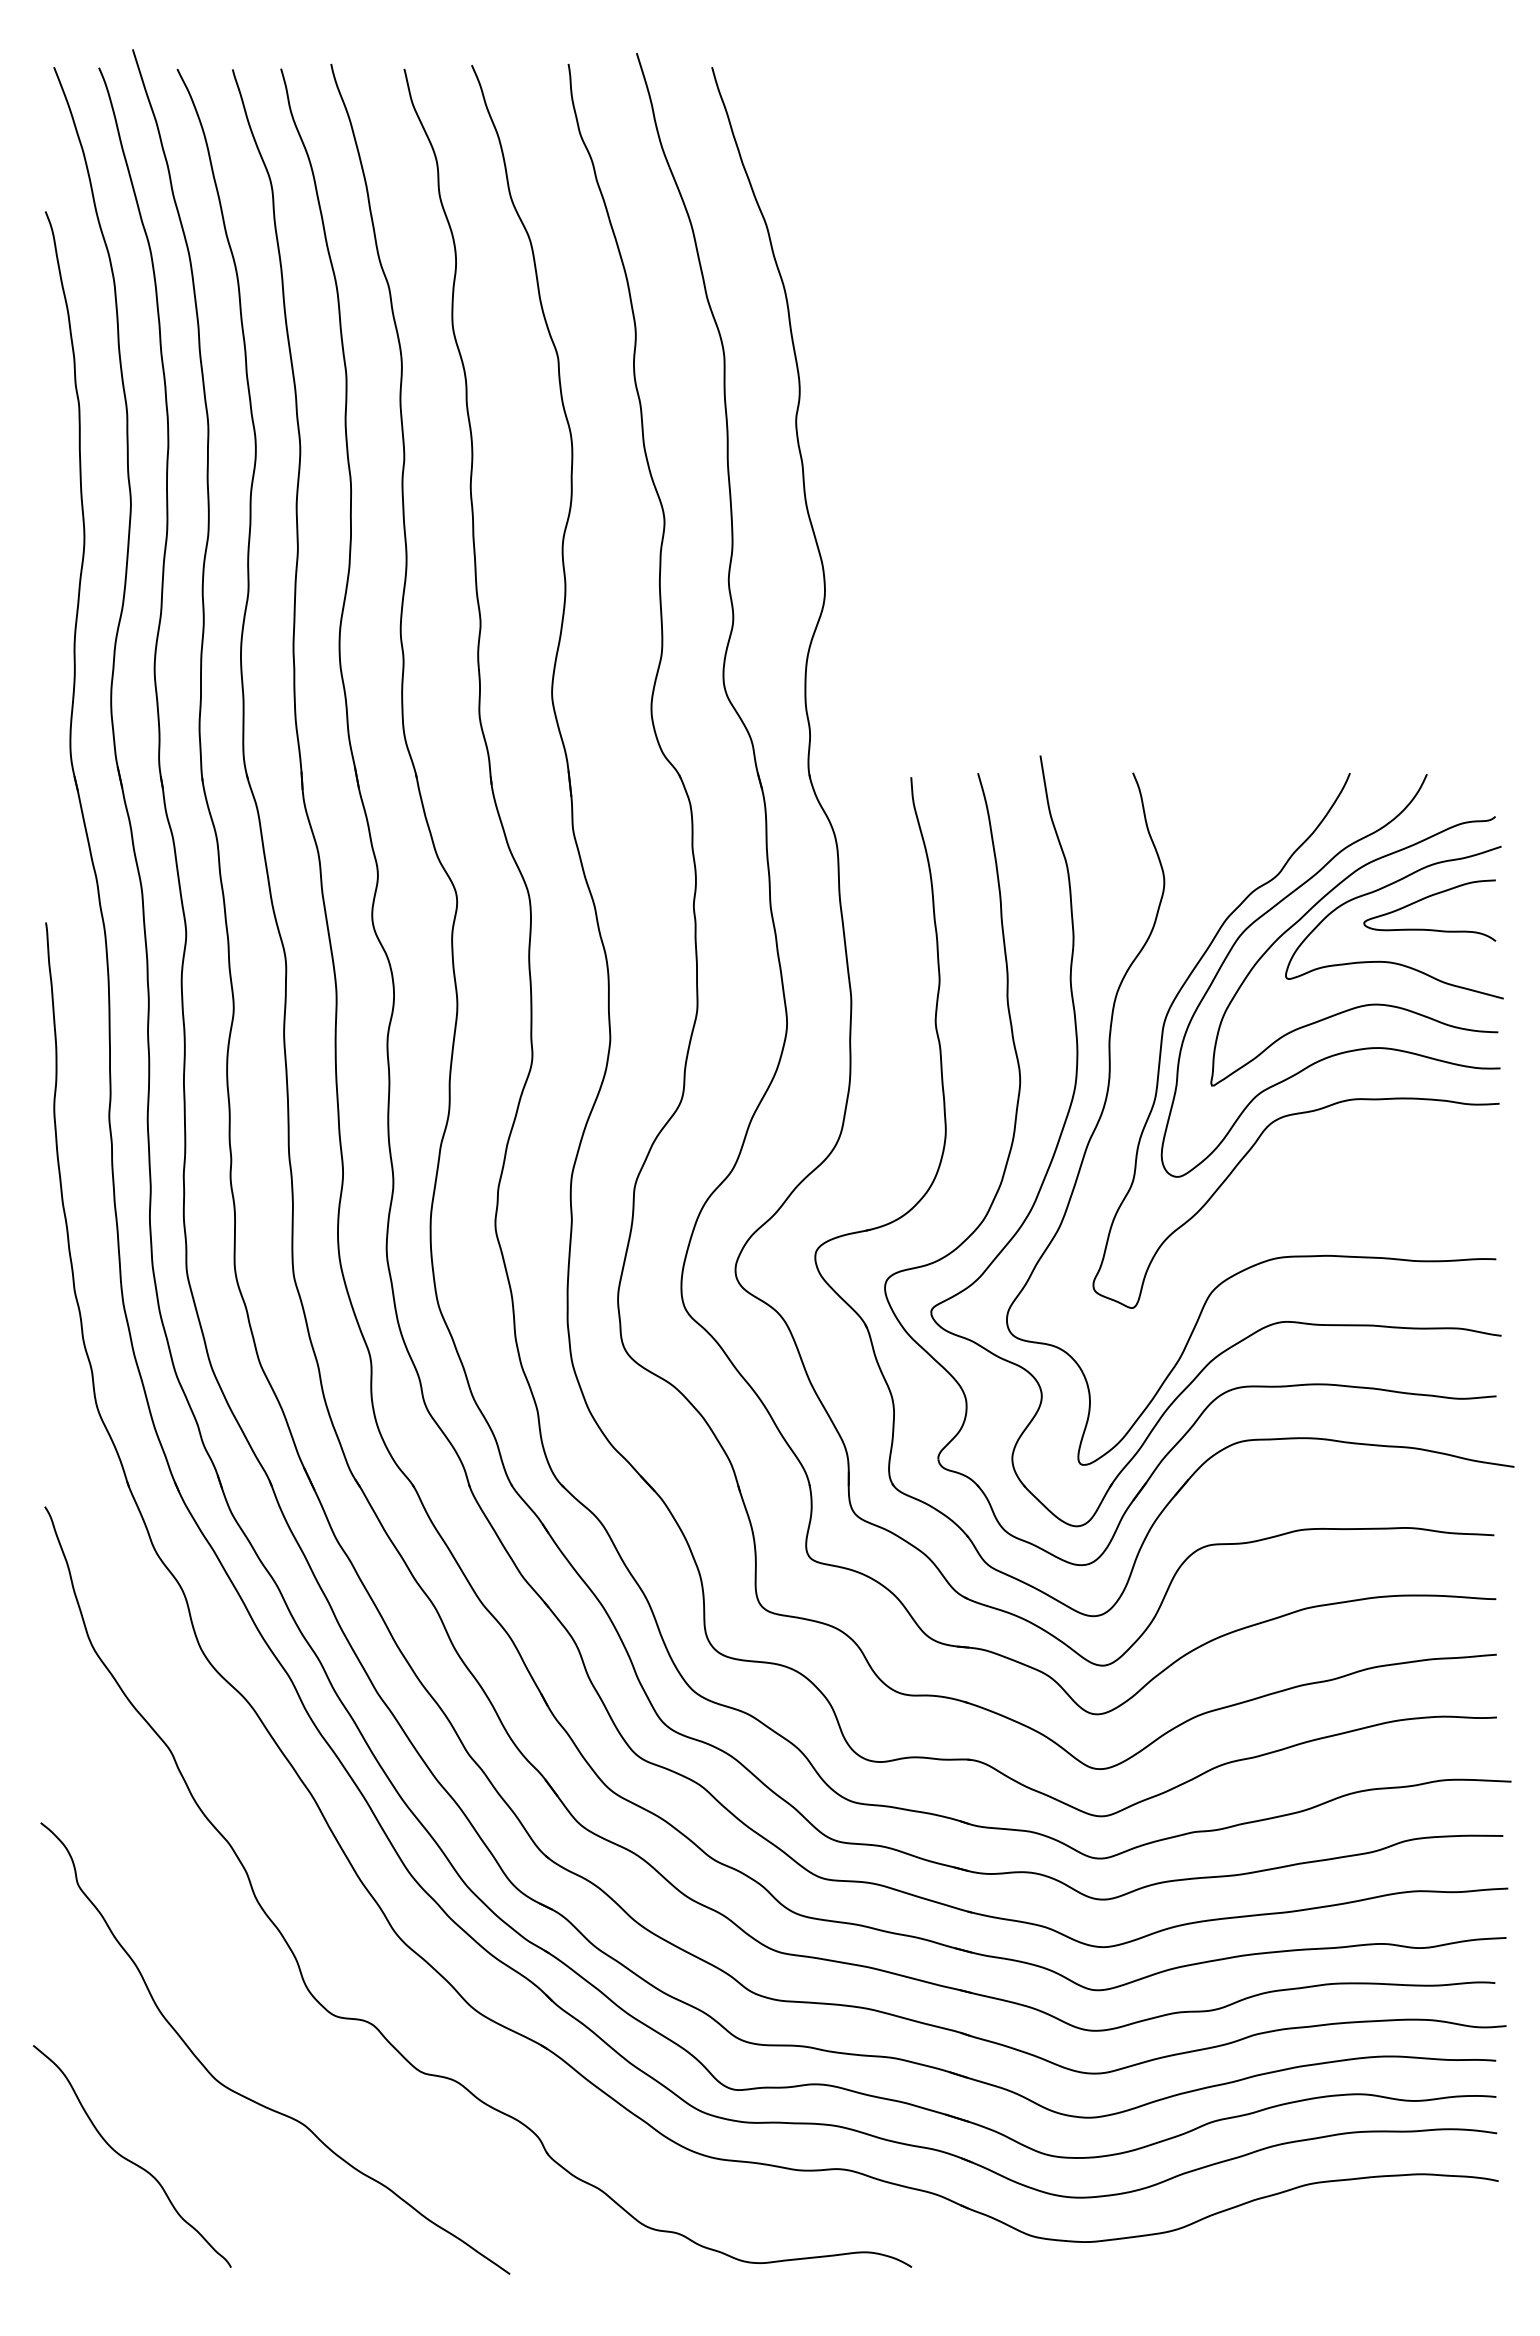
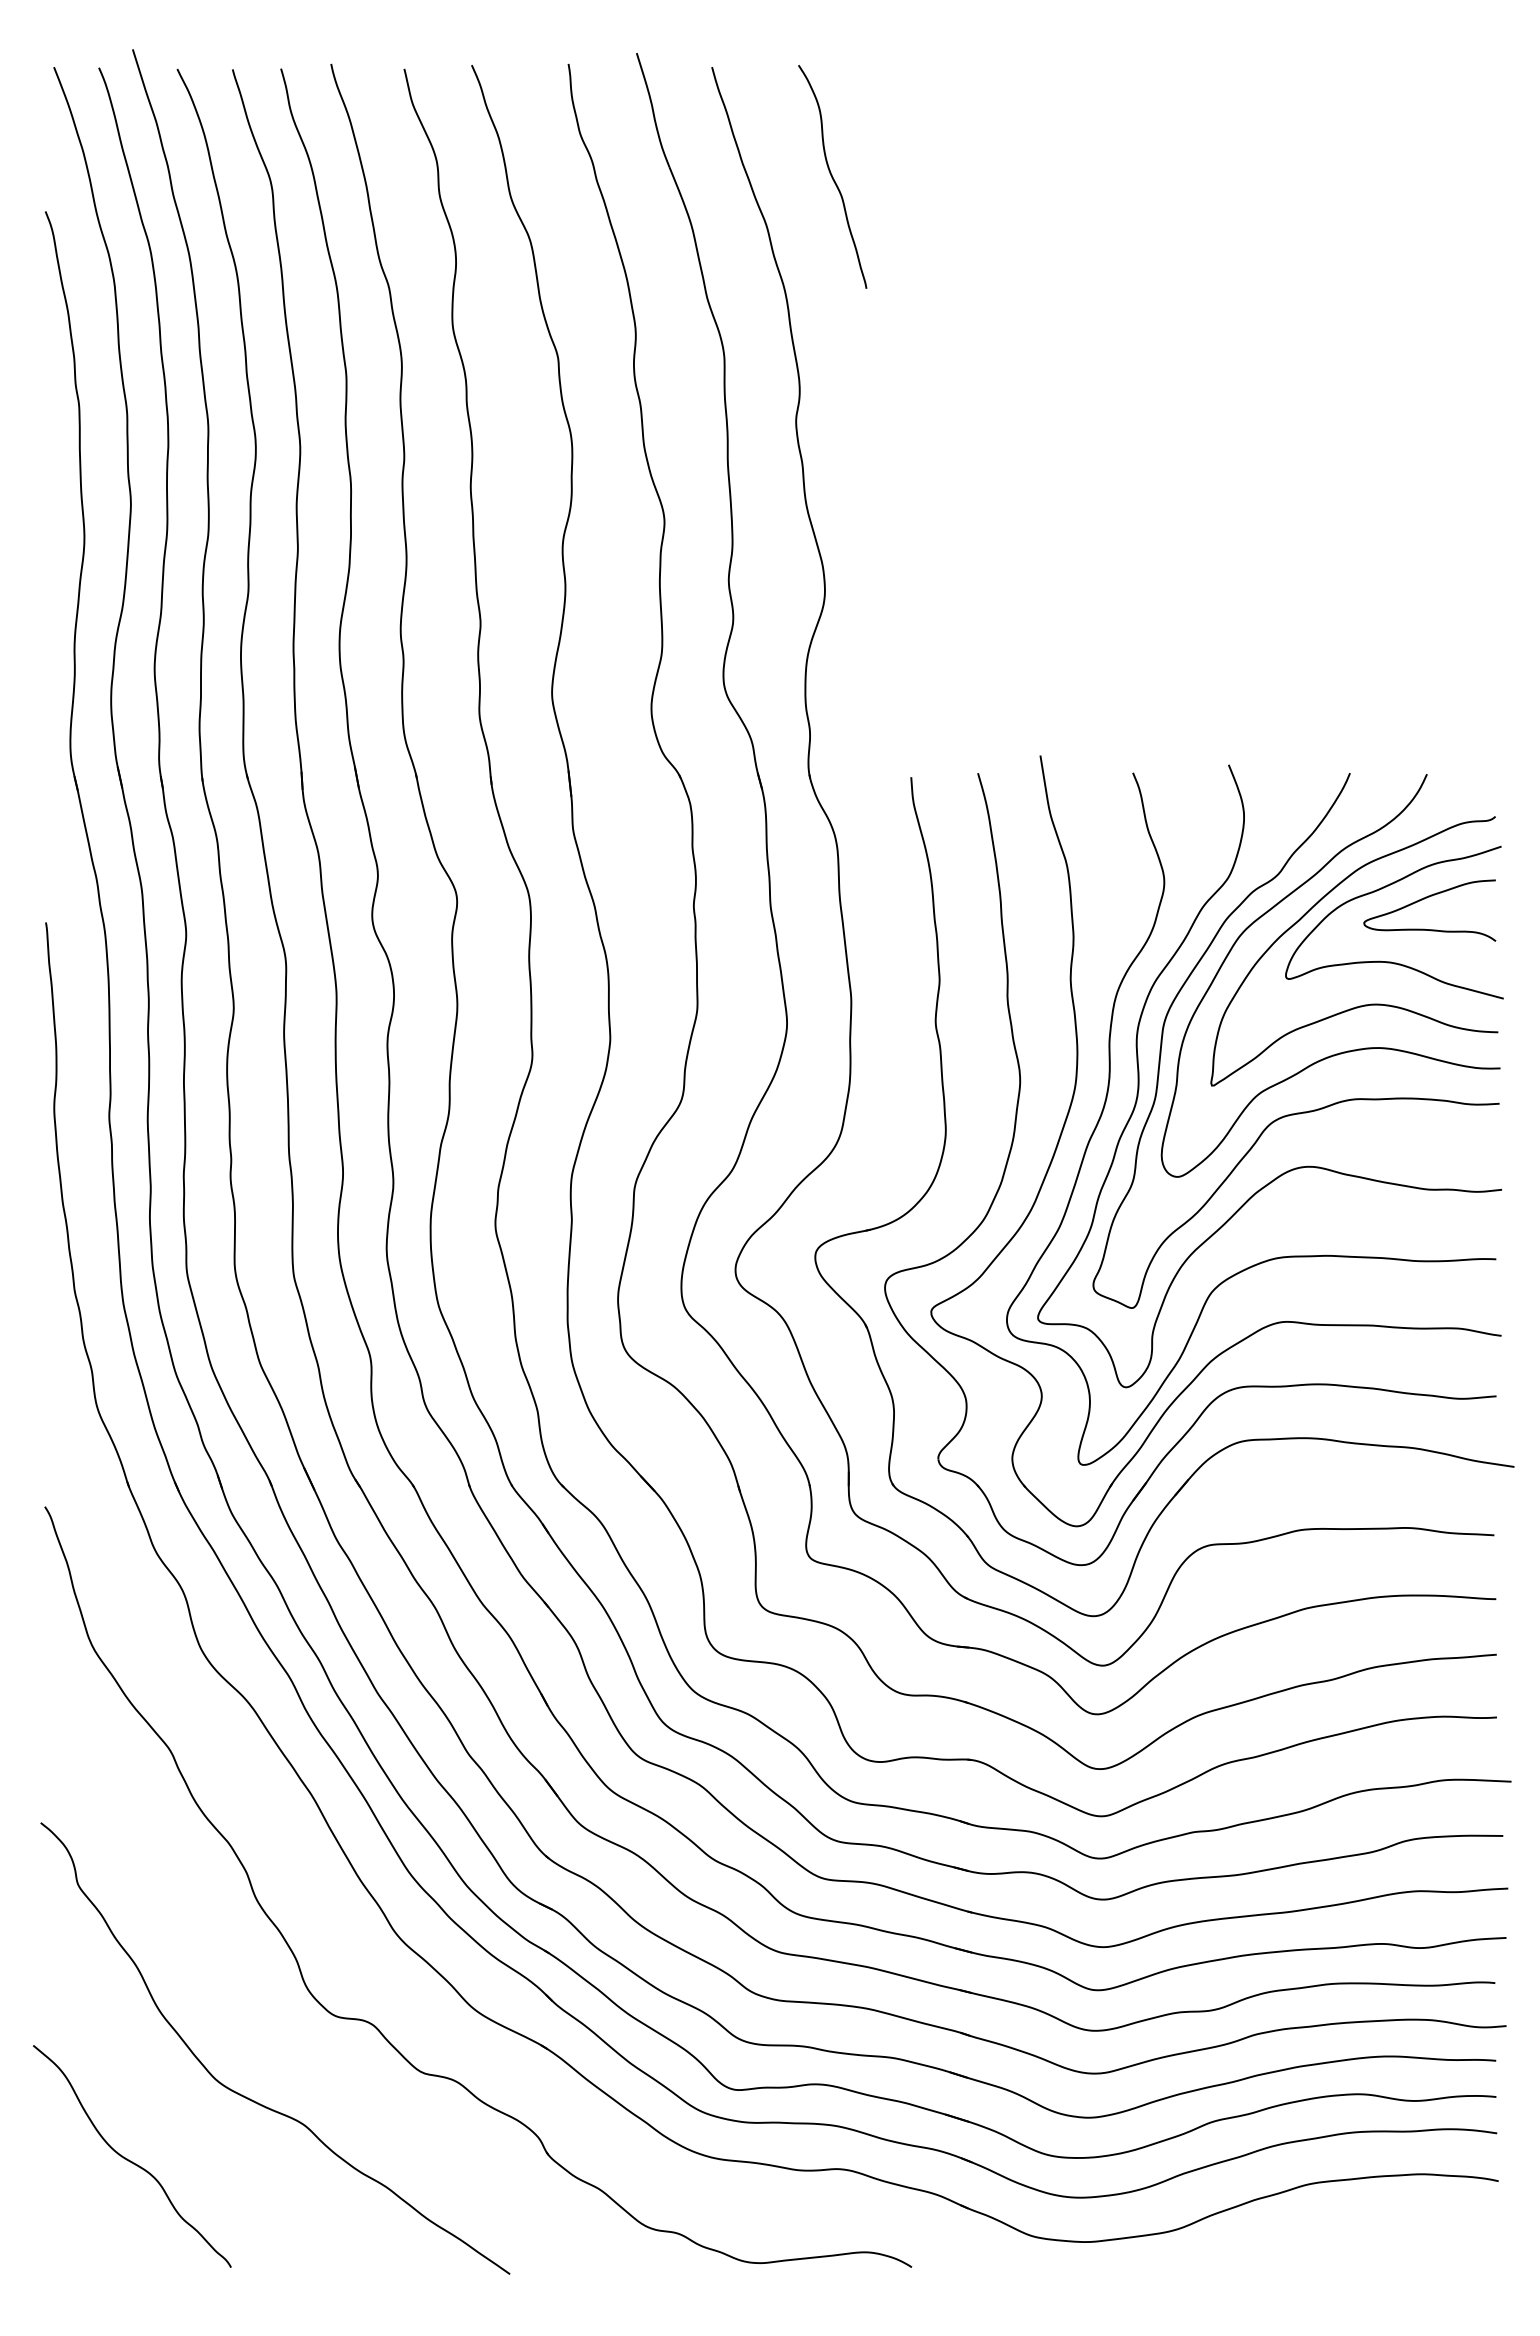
curve at (832, 176): none -> present
curve at (1295, 1167): none -> present
